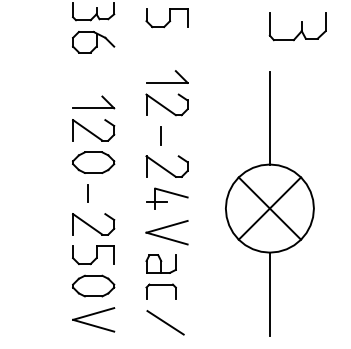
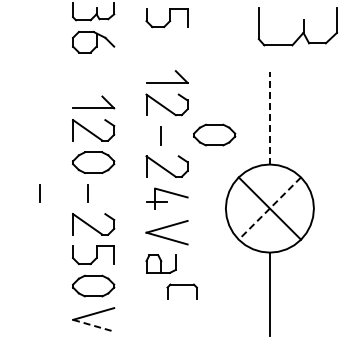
part at (297, 26) size: 59x30 px -> 81x40 px
line at (269, 117): solid -> dashed
part at (214, 134): none -> present
line at (39, 193): none -> present
line at (269, 208): solid -> dashed
part at (160, 291) position: (160, 291) -> (181, 291)
line at (165, 322): present -> none
line at (94, 325): solid -> dashed
